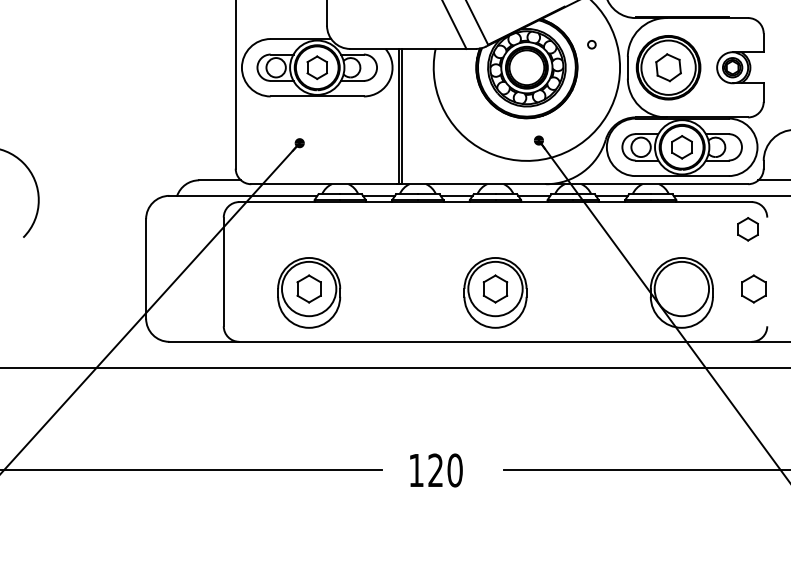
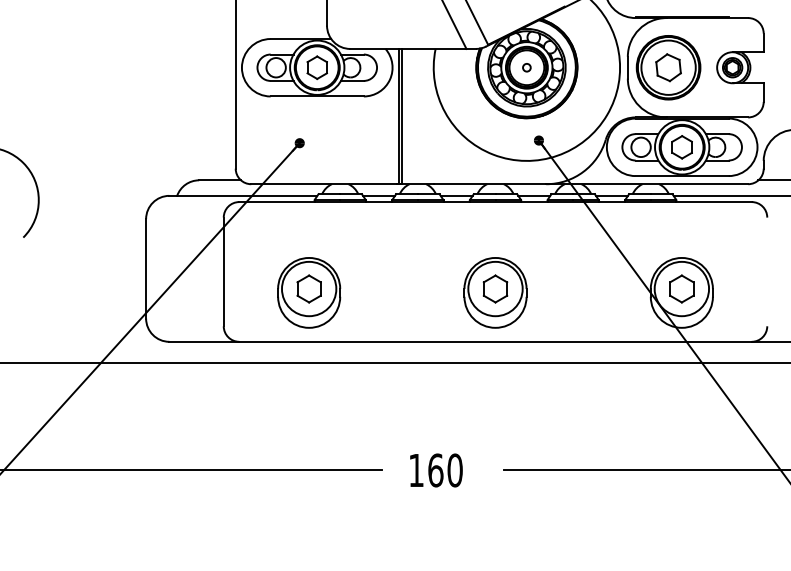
circle at (591, 44) position: (591, 44) -> (526, 67)
part at (747, 229): present -> none
part at (753, 288) position: (753, 288) -> (681, 288)
line at (394, 367) position: (394, 367) -> (394, 362)
text at (435, 470): 120 -> 160
